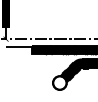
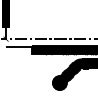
fill at (59, 83): none -> present
